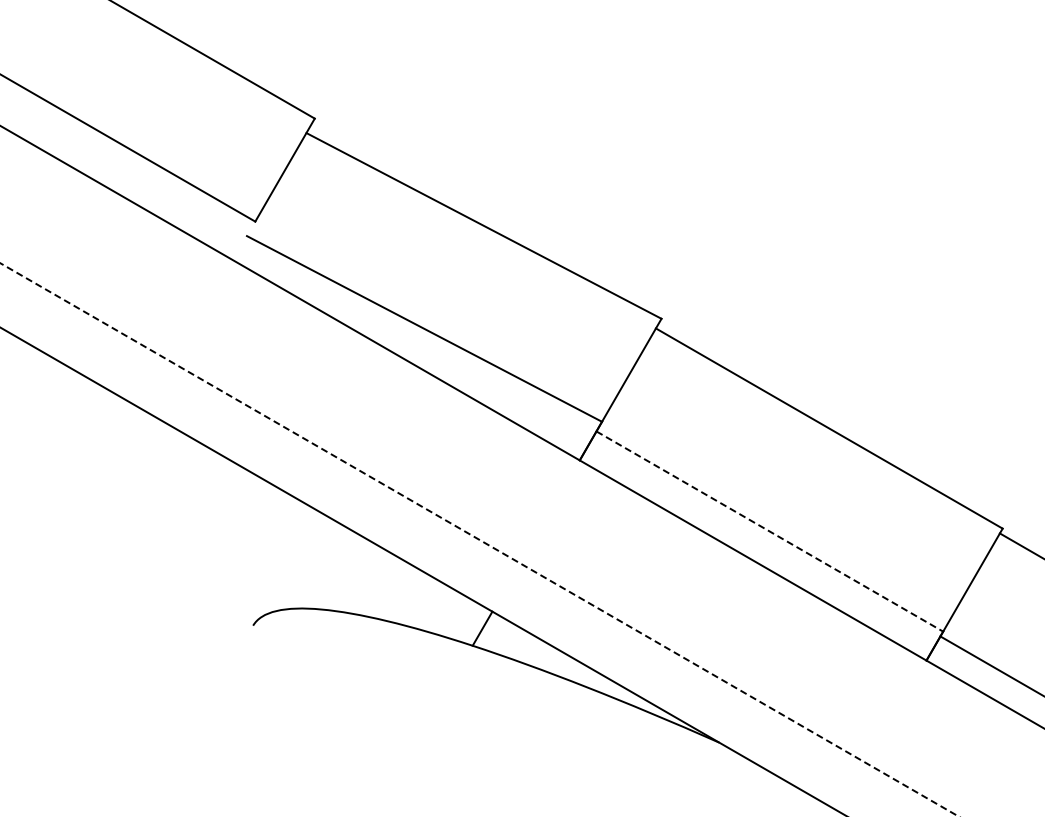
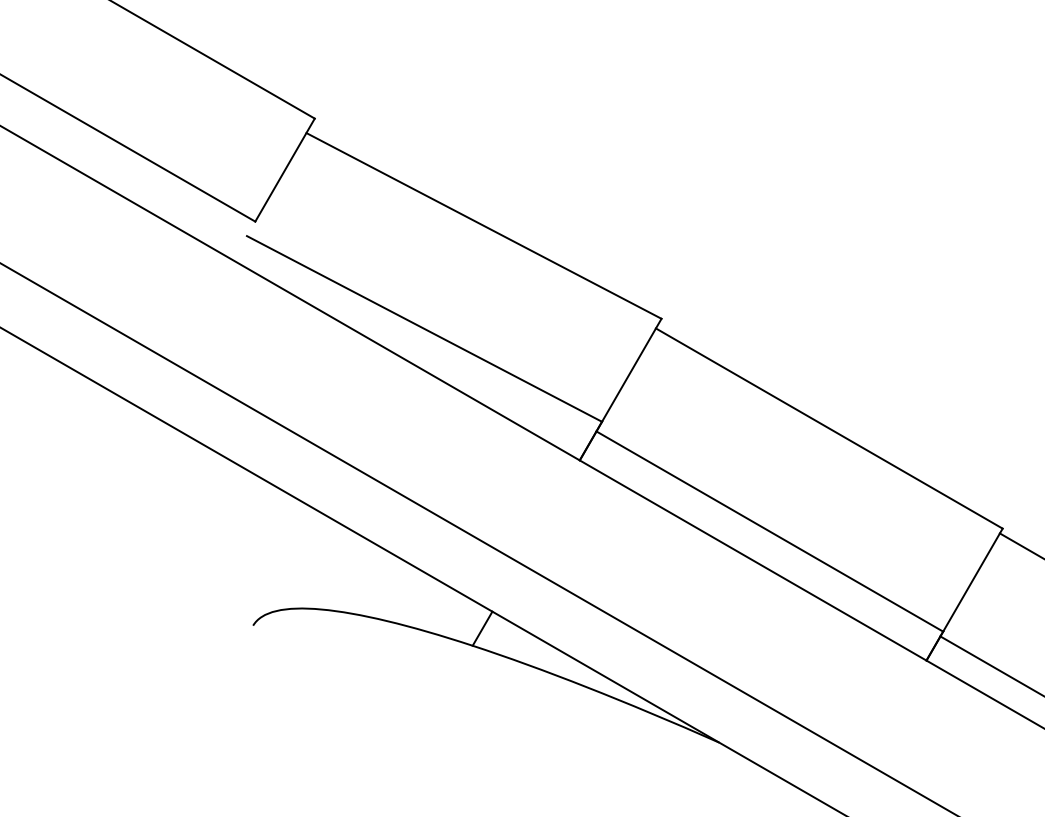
line at (770, 531): dashed -> solid
line at (479, 539): dashed -> solid
